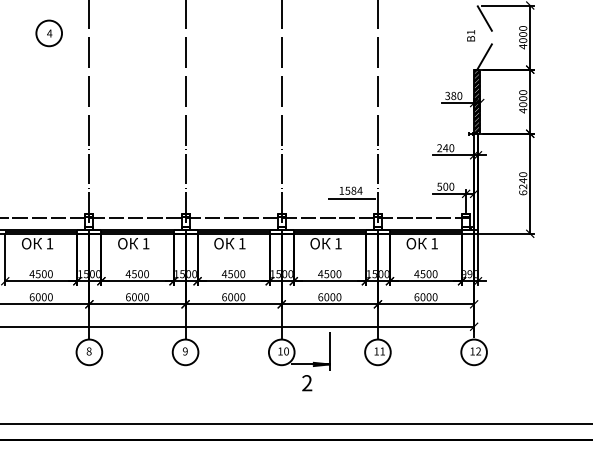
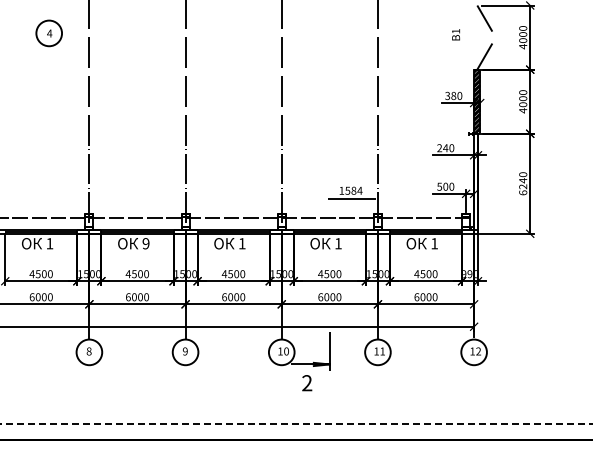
text at (470, 35) position: (470, 35) -> (455, 34)
text at (145, 243): 1 -> 9
line at (296, 424): solid -> dashed
